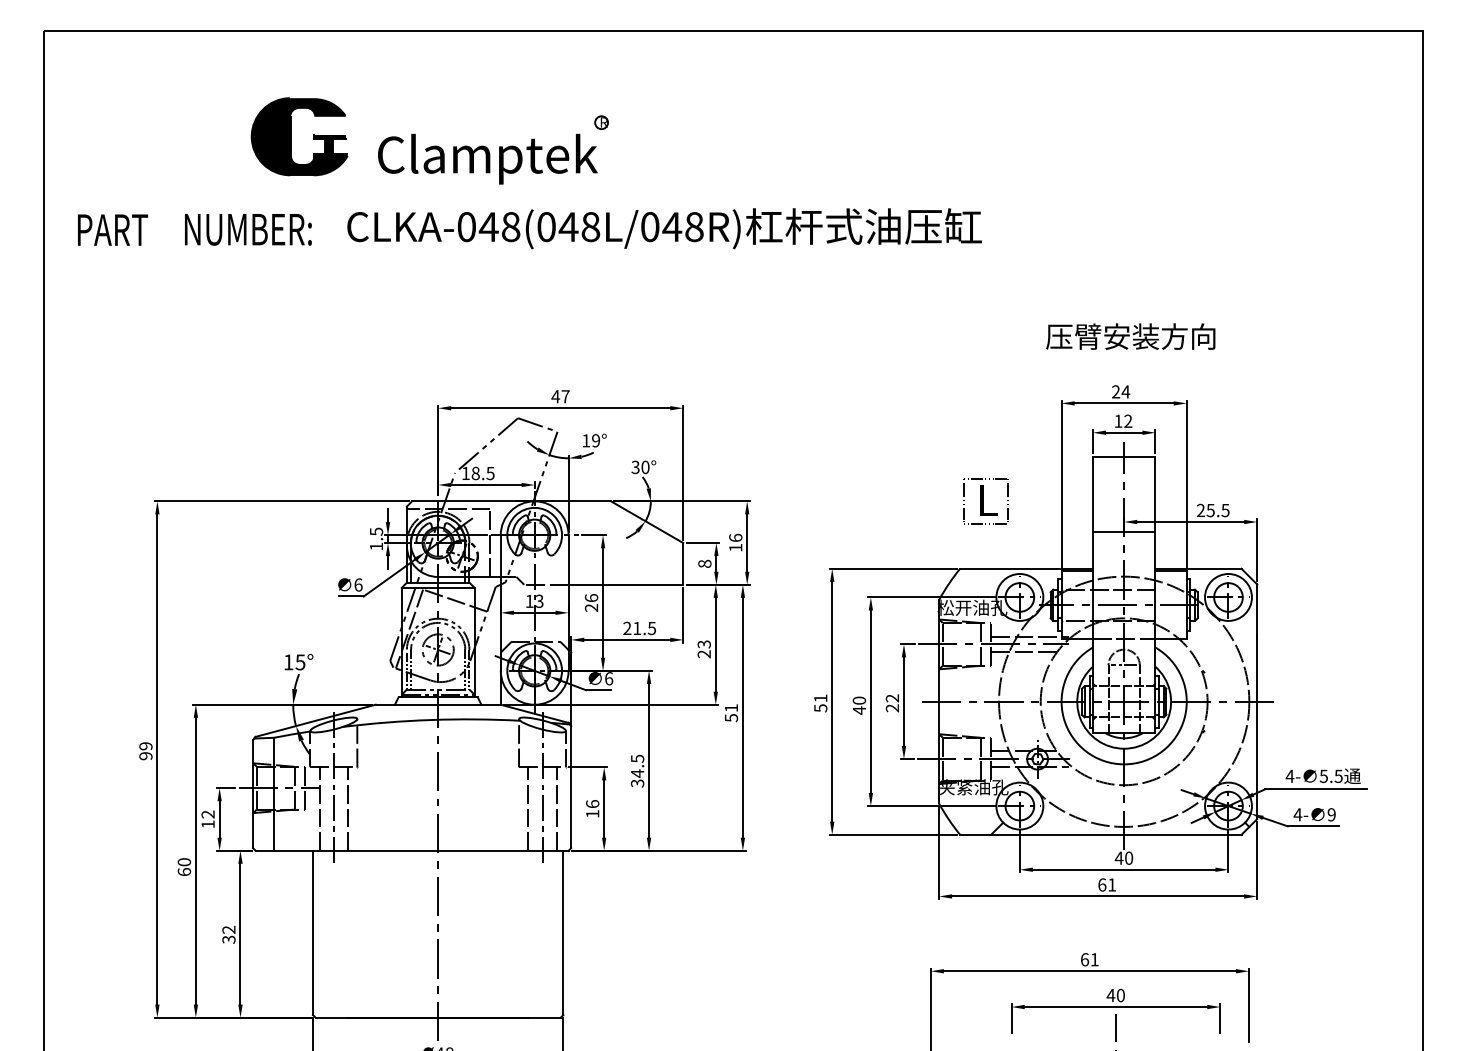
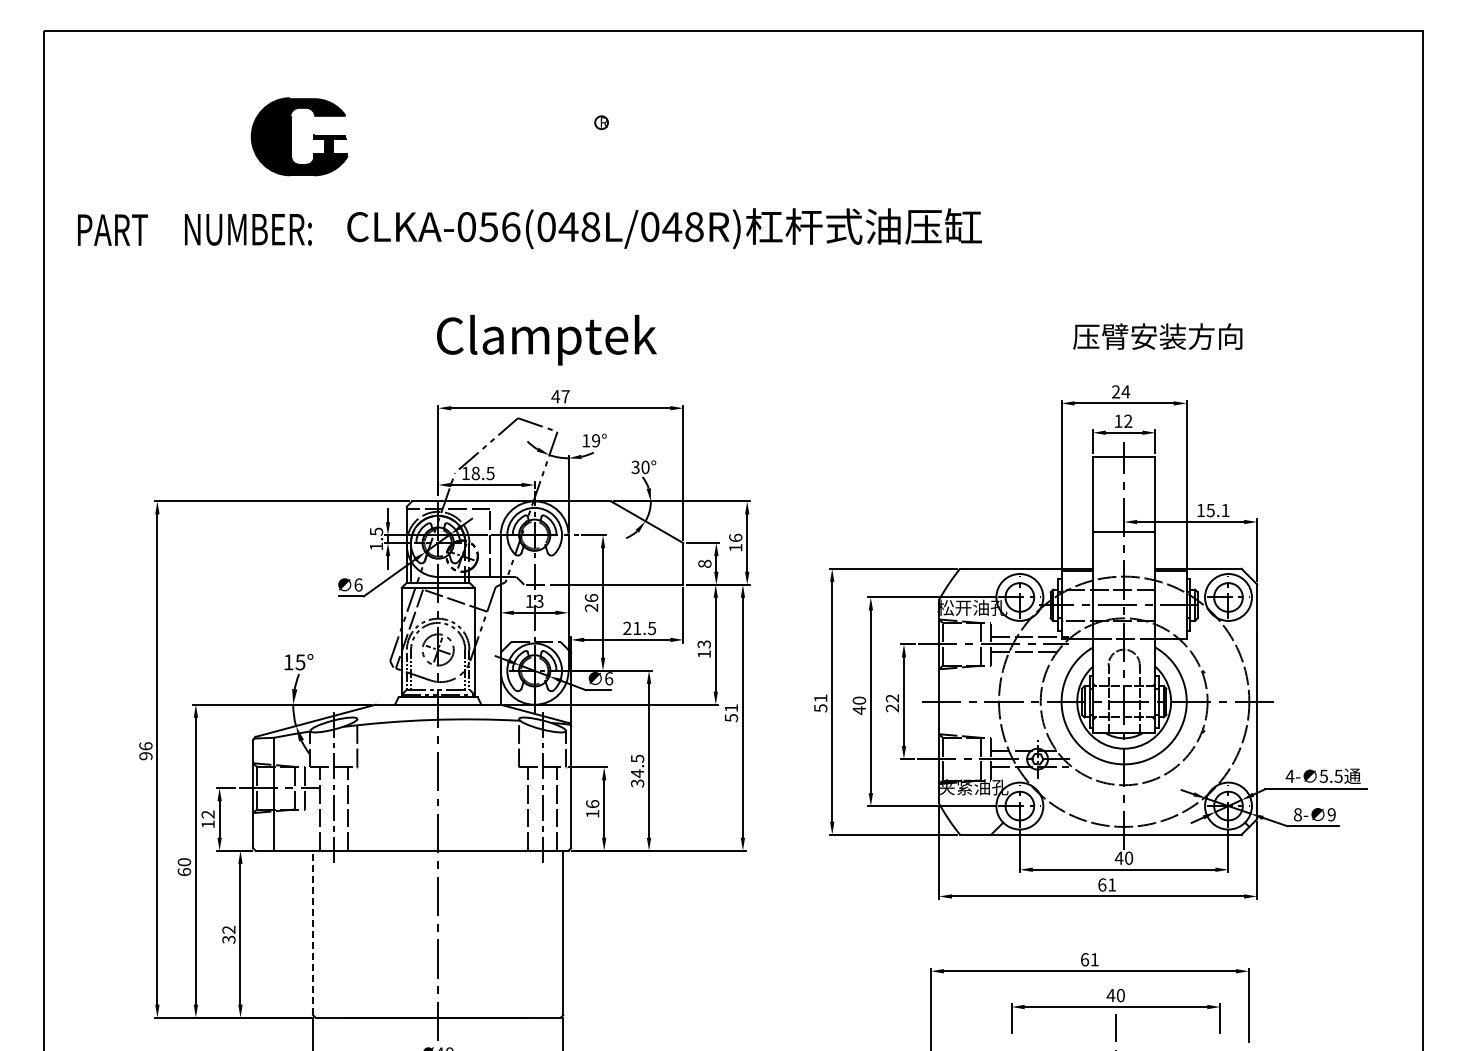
text at (487, 158) position: (487, 158) -> (546, 339)
text at (499, 227): CLKA-048(048L/048R) -> CLKA-056(048L/048R)
text at (1130, 336) position: (1130, 336) -> (1157, 336)
part at (985, 501): present -> none
text at (1212, 510): 25.5 -> 15.1
text at (703, 654): 23 -> 13
line at (1124, 665): present -> none
text at (145, 746): 99 -> 96
text at (1297, 814): 4- -> 8-
line at (313, 932): solid -> dashed
